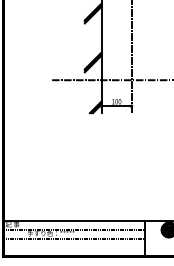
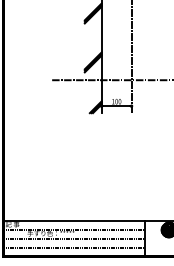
line at (73, 247): none -> present
